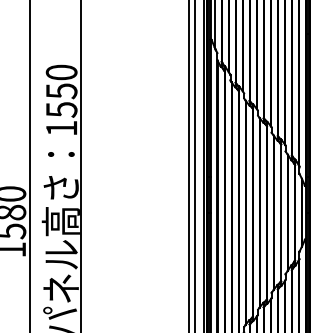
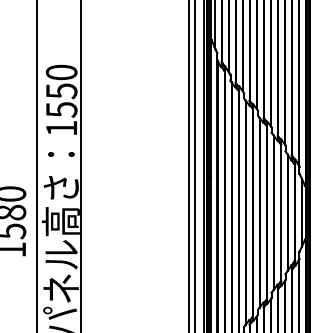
line at (29, 165) position: (29, 165) -> (36, 165)
